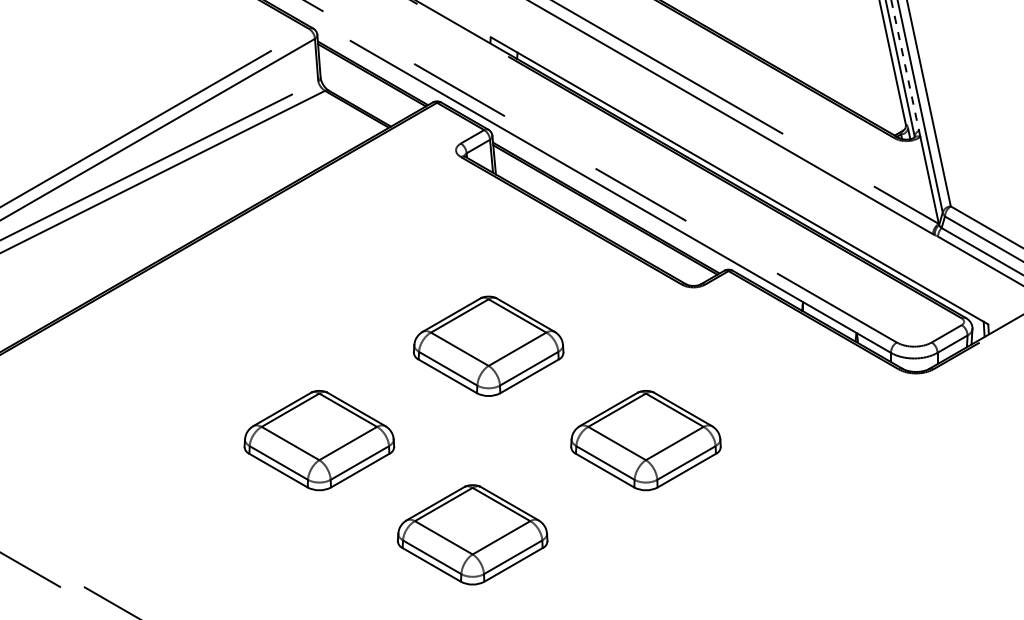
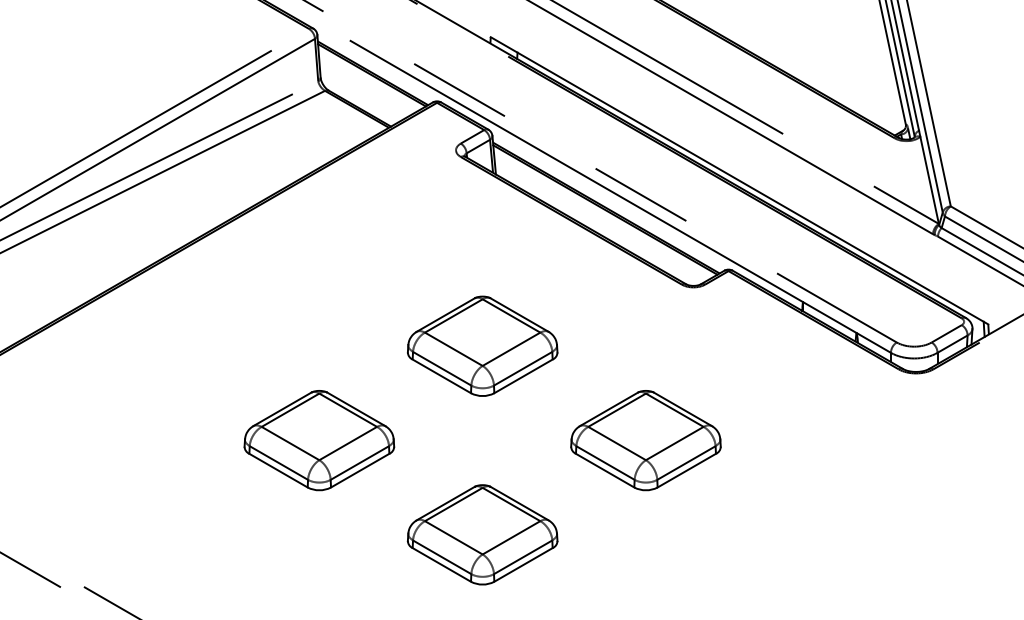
line at (905, 66): dashed -> solid
part at (488, 345) position: (488, 345) -> (482, 345)
part at (472, 534) position: (472, 534) -> (482, 534)
